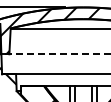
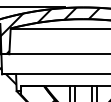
line at (55, 54): dashed -> solid
